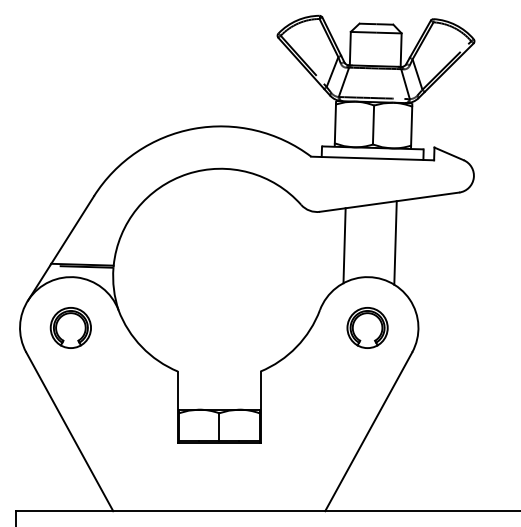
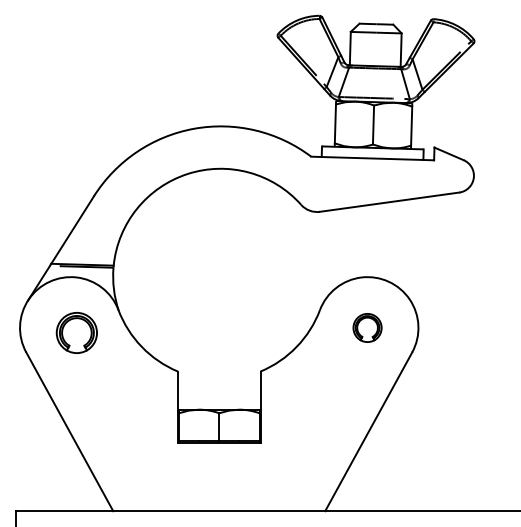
line at (395, 242): present -> none
line at (344, 245): present -> none
part at (70, 327) position: (70, 327) -> (76, 332)
part at (367, 327) size: 43x42 px -> 31x30 px
